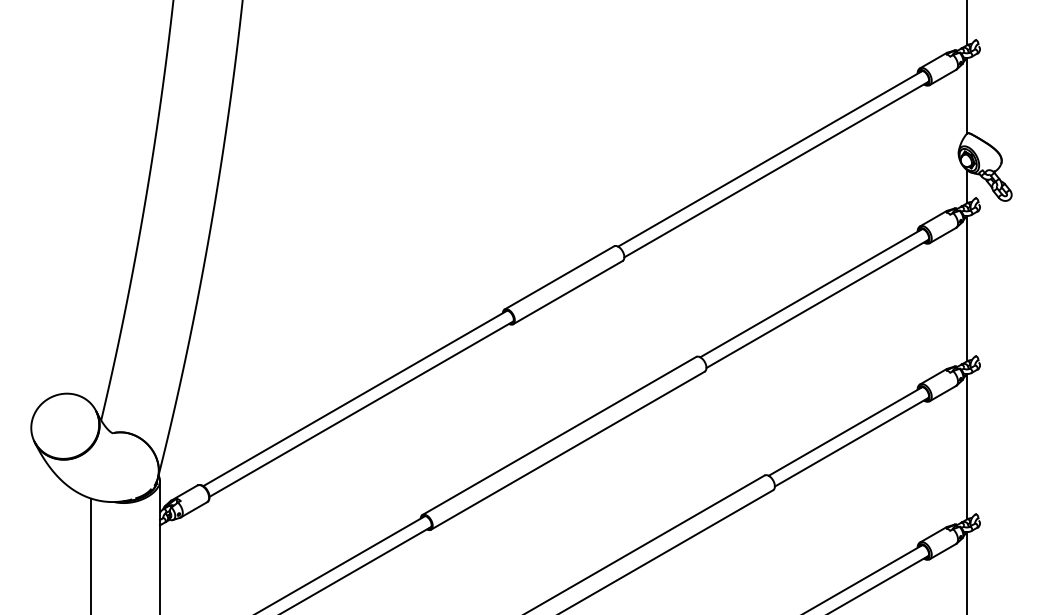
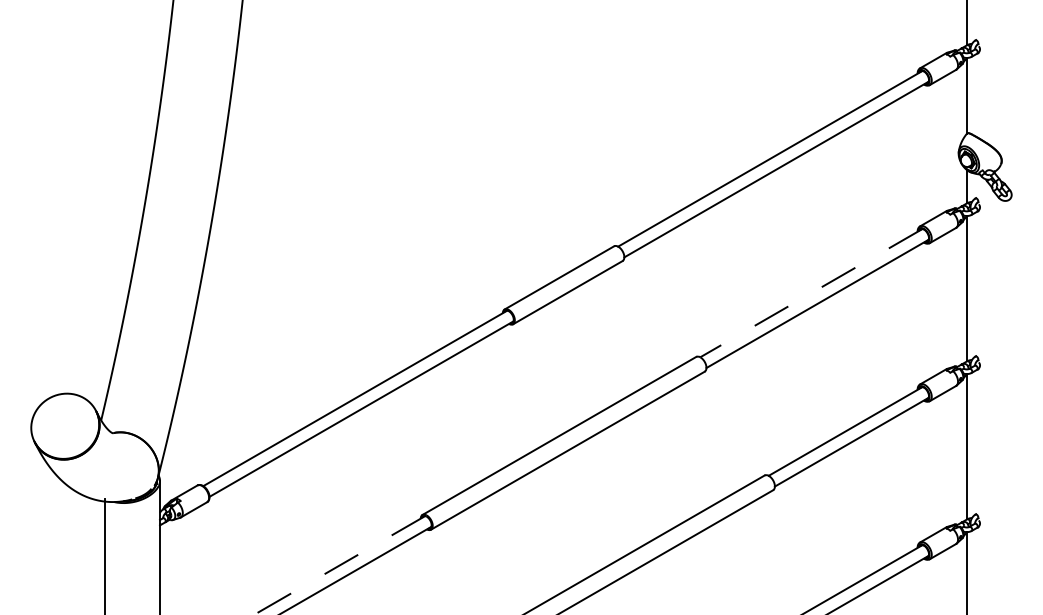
line at (810, 293): solid -> dashed
line at (91, 554) position: (91, 554) -> (105, 554)
line at (339, 565): solid -> dashed
